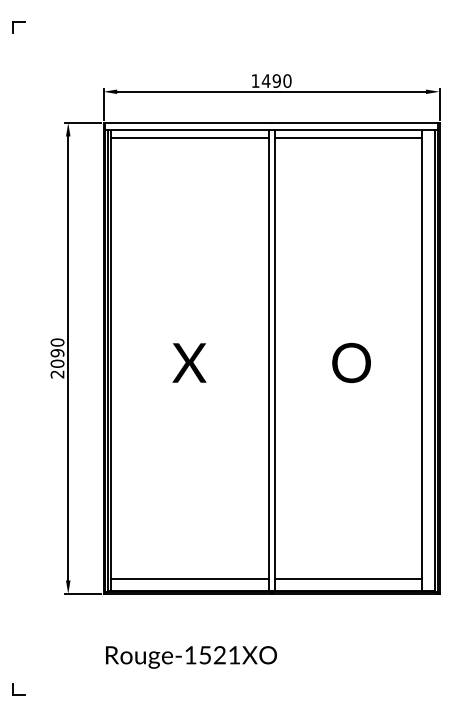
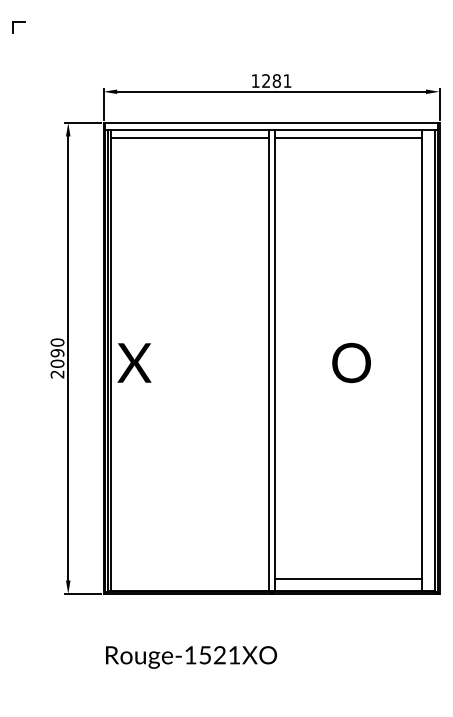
text at (276, 80): 1490 -> 1281
text at (189, 362) position: (189, 362) -> (134, 362)
line at (189, 579): present -> none
part at (18, 689): present -> none
